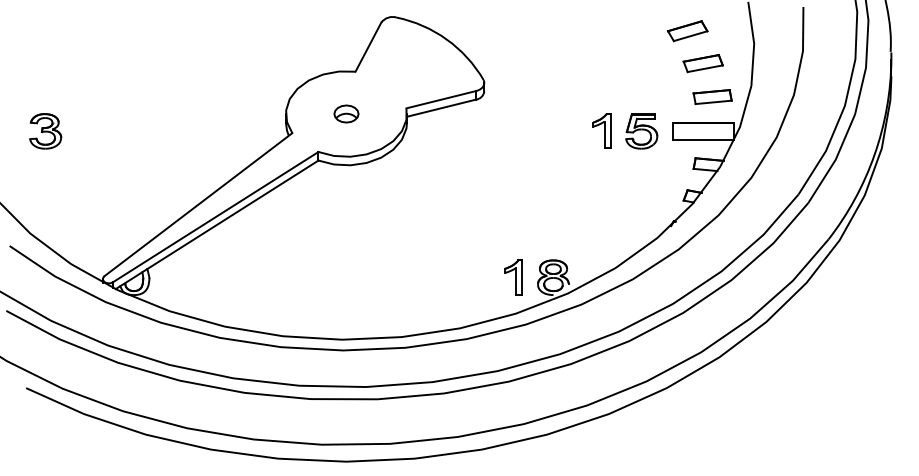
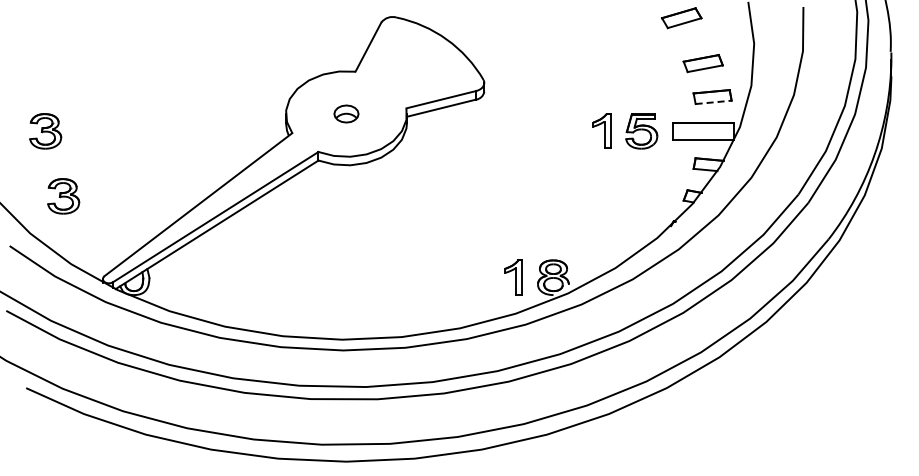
part at (687, 31) position: (687, 31) -> (681, 18)
line at (714, 102): solid -> dashed
part at (63, 196): none -> present
